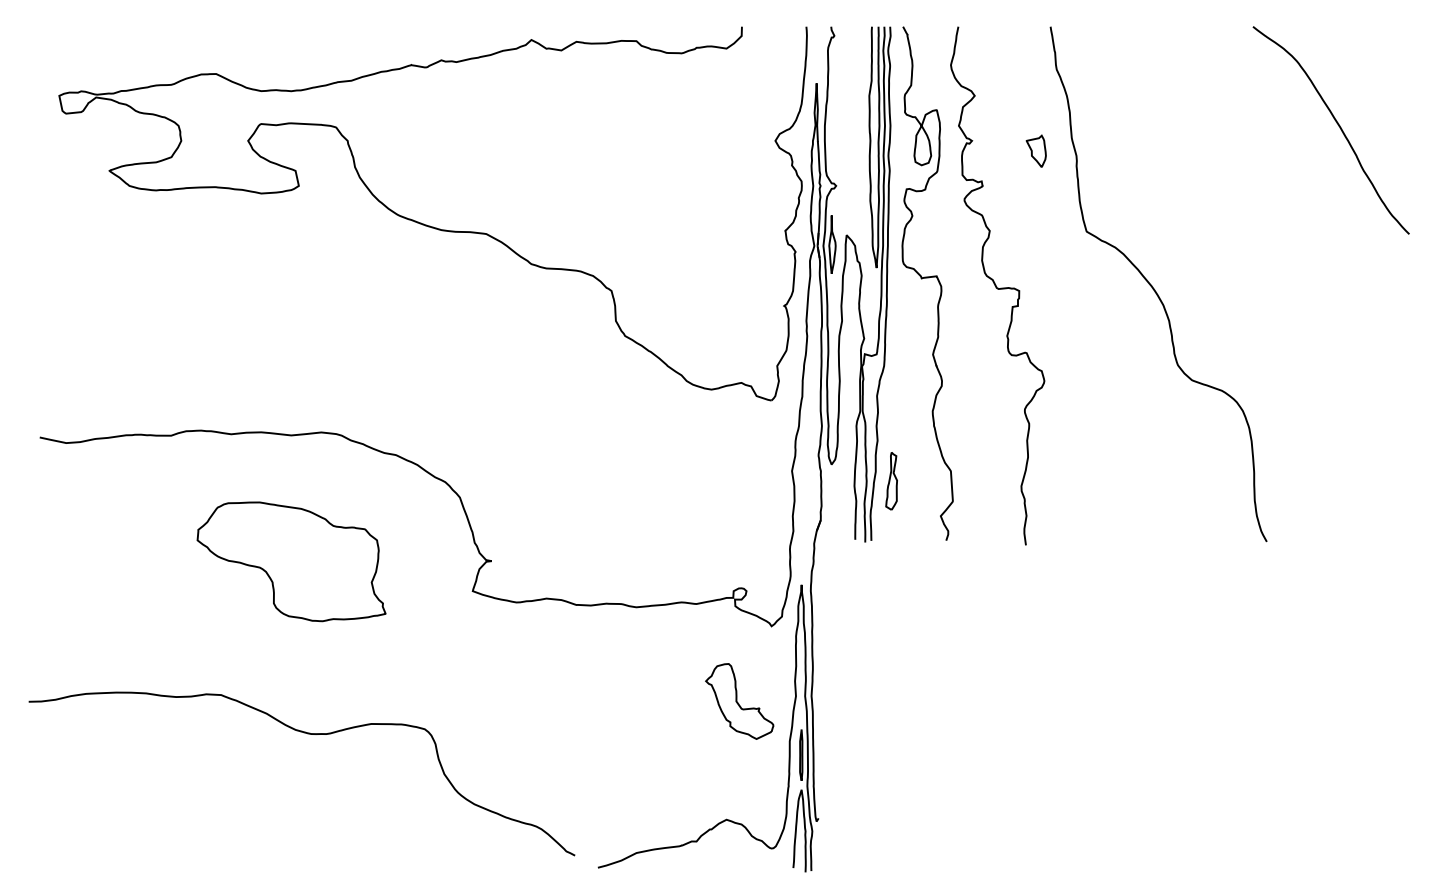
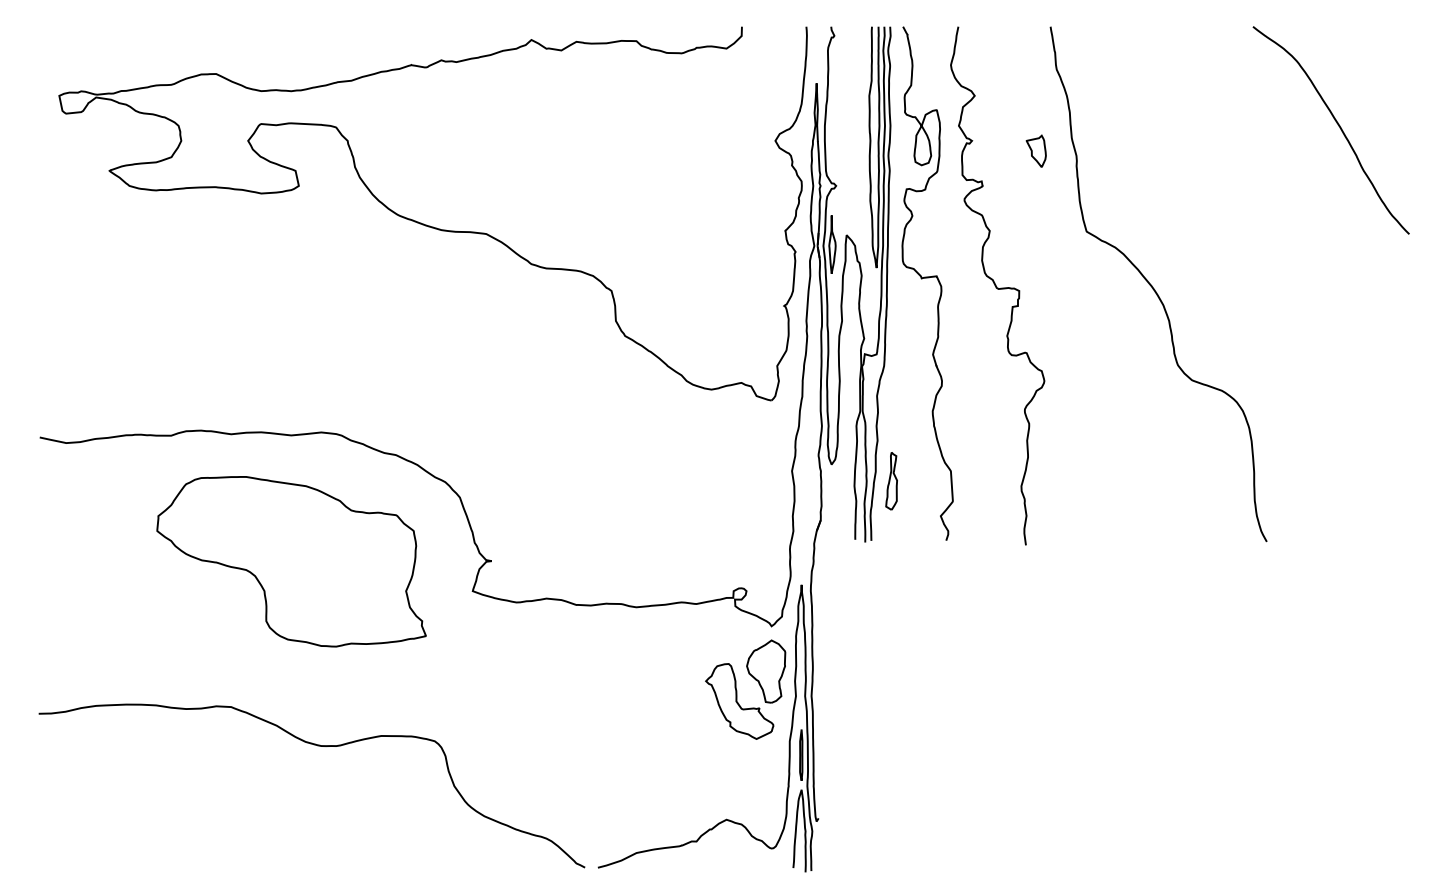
part at (291, 561) size: 191x122 px -> 271x172 px
part at (766, 671): none -> present
curve at (307, 734) position: (307, 734) -> (317, 746)
